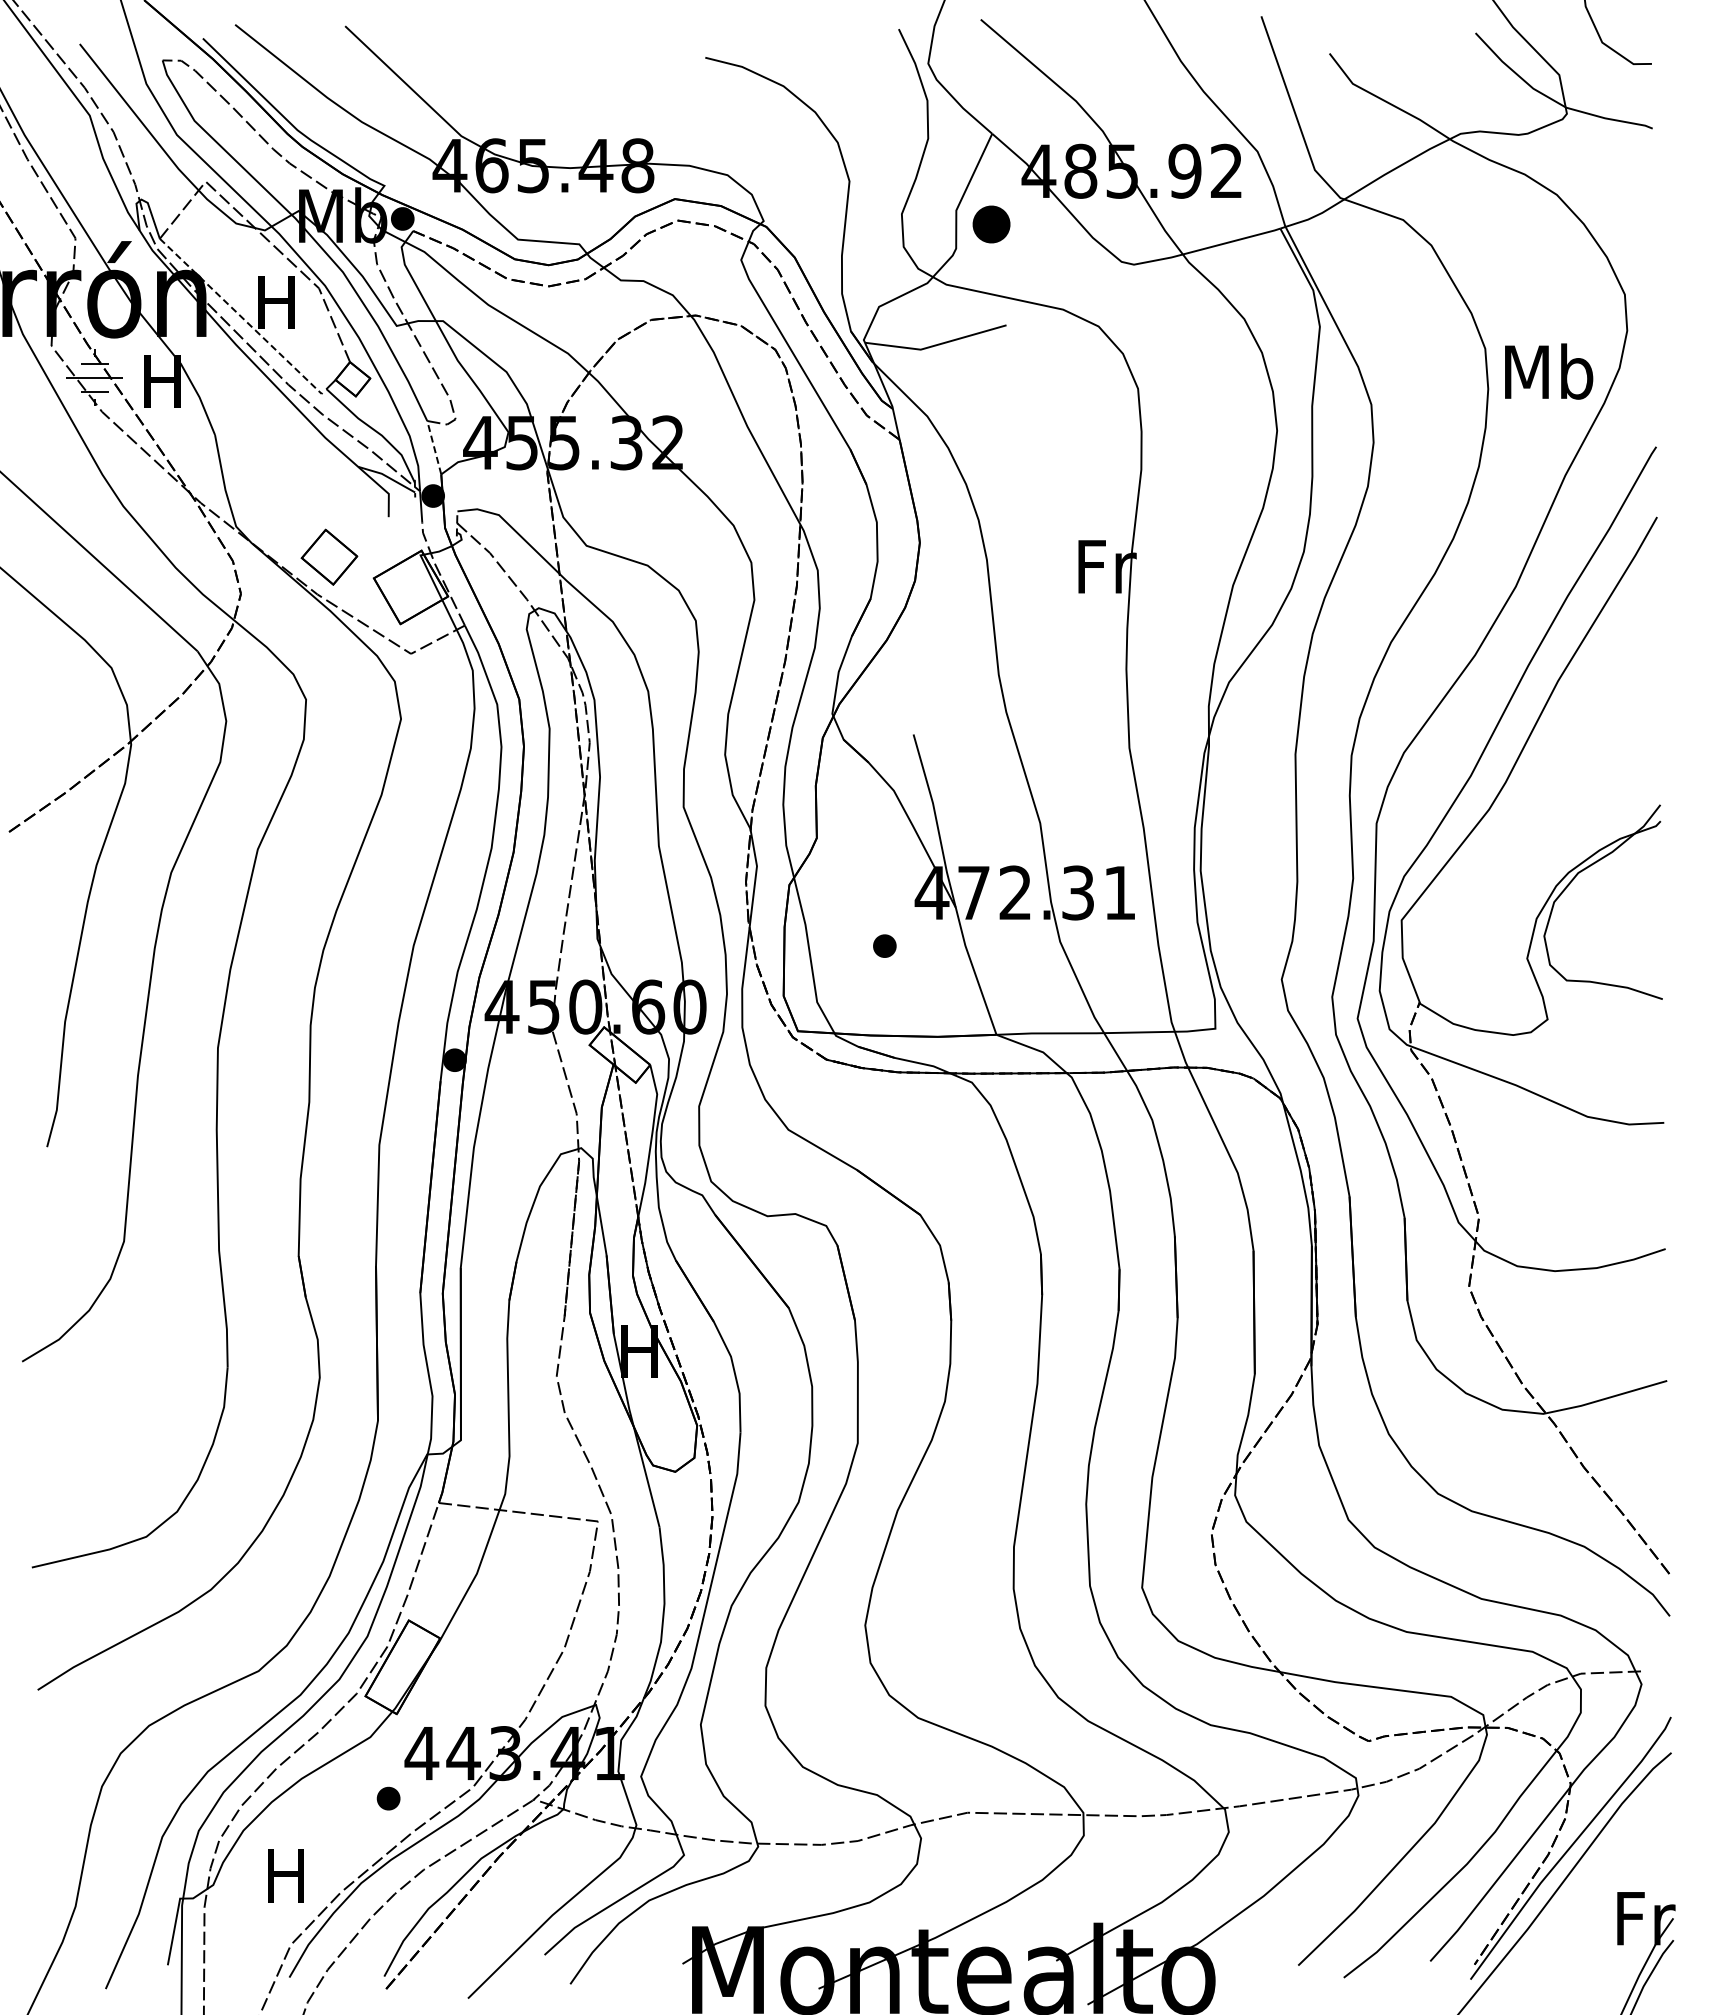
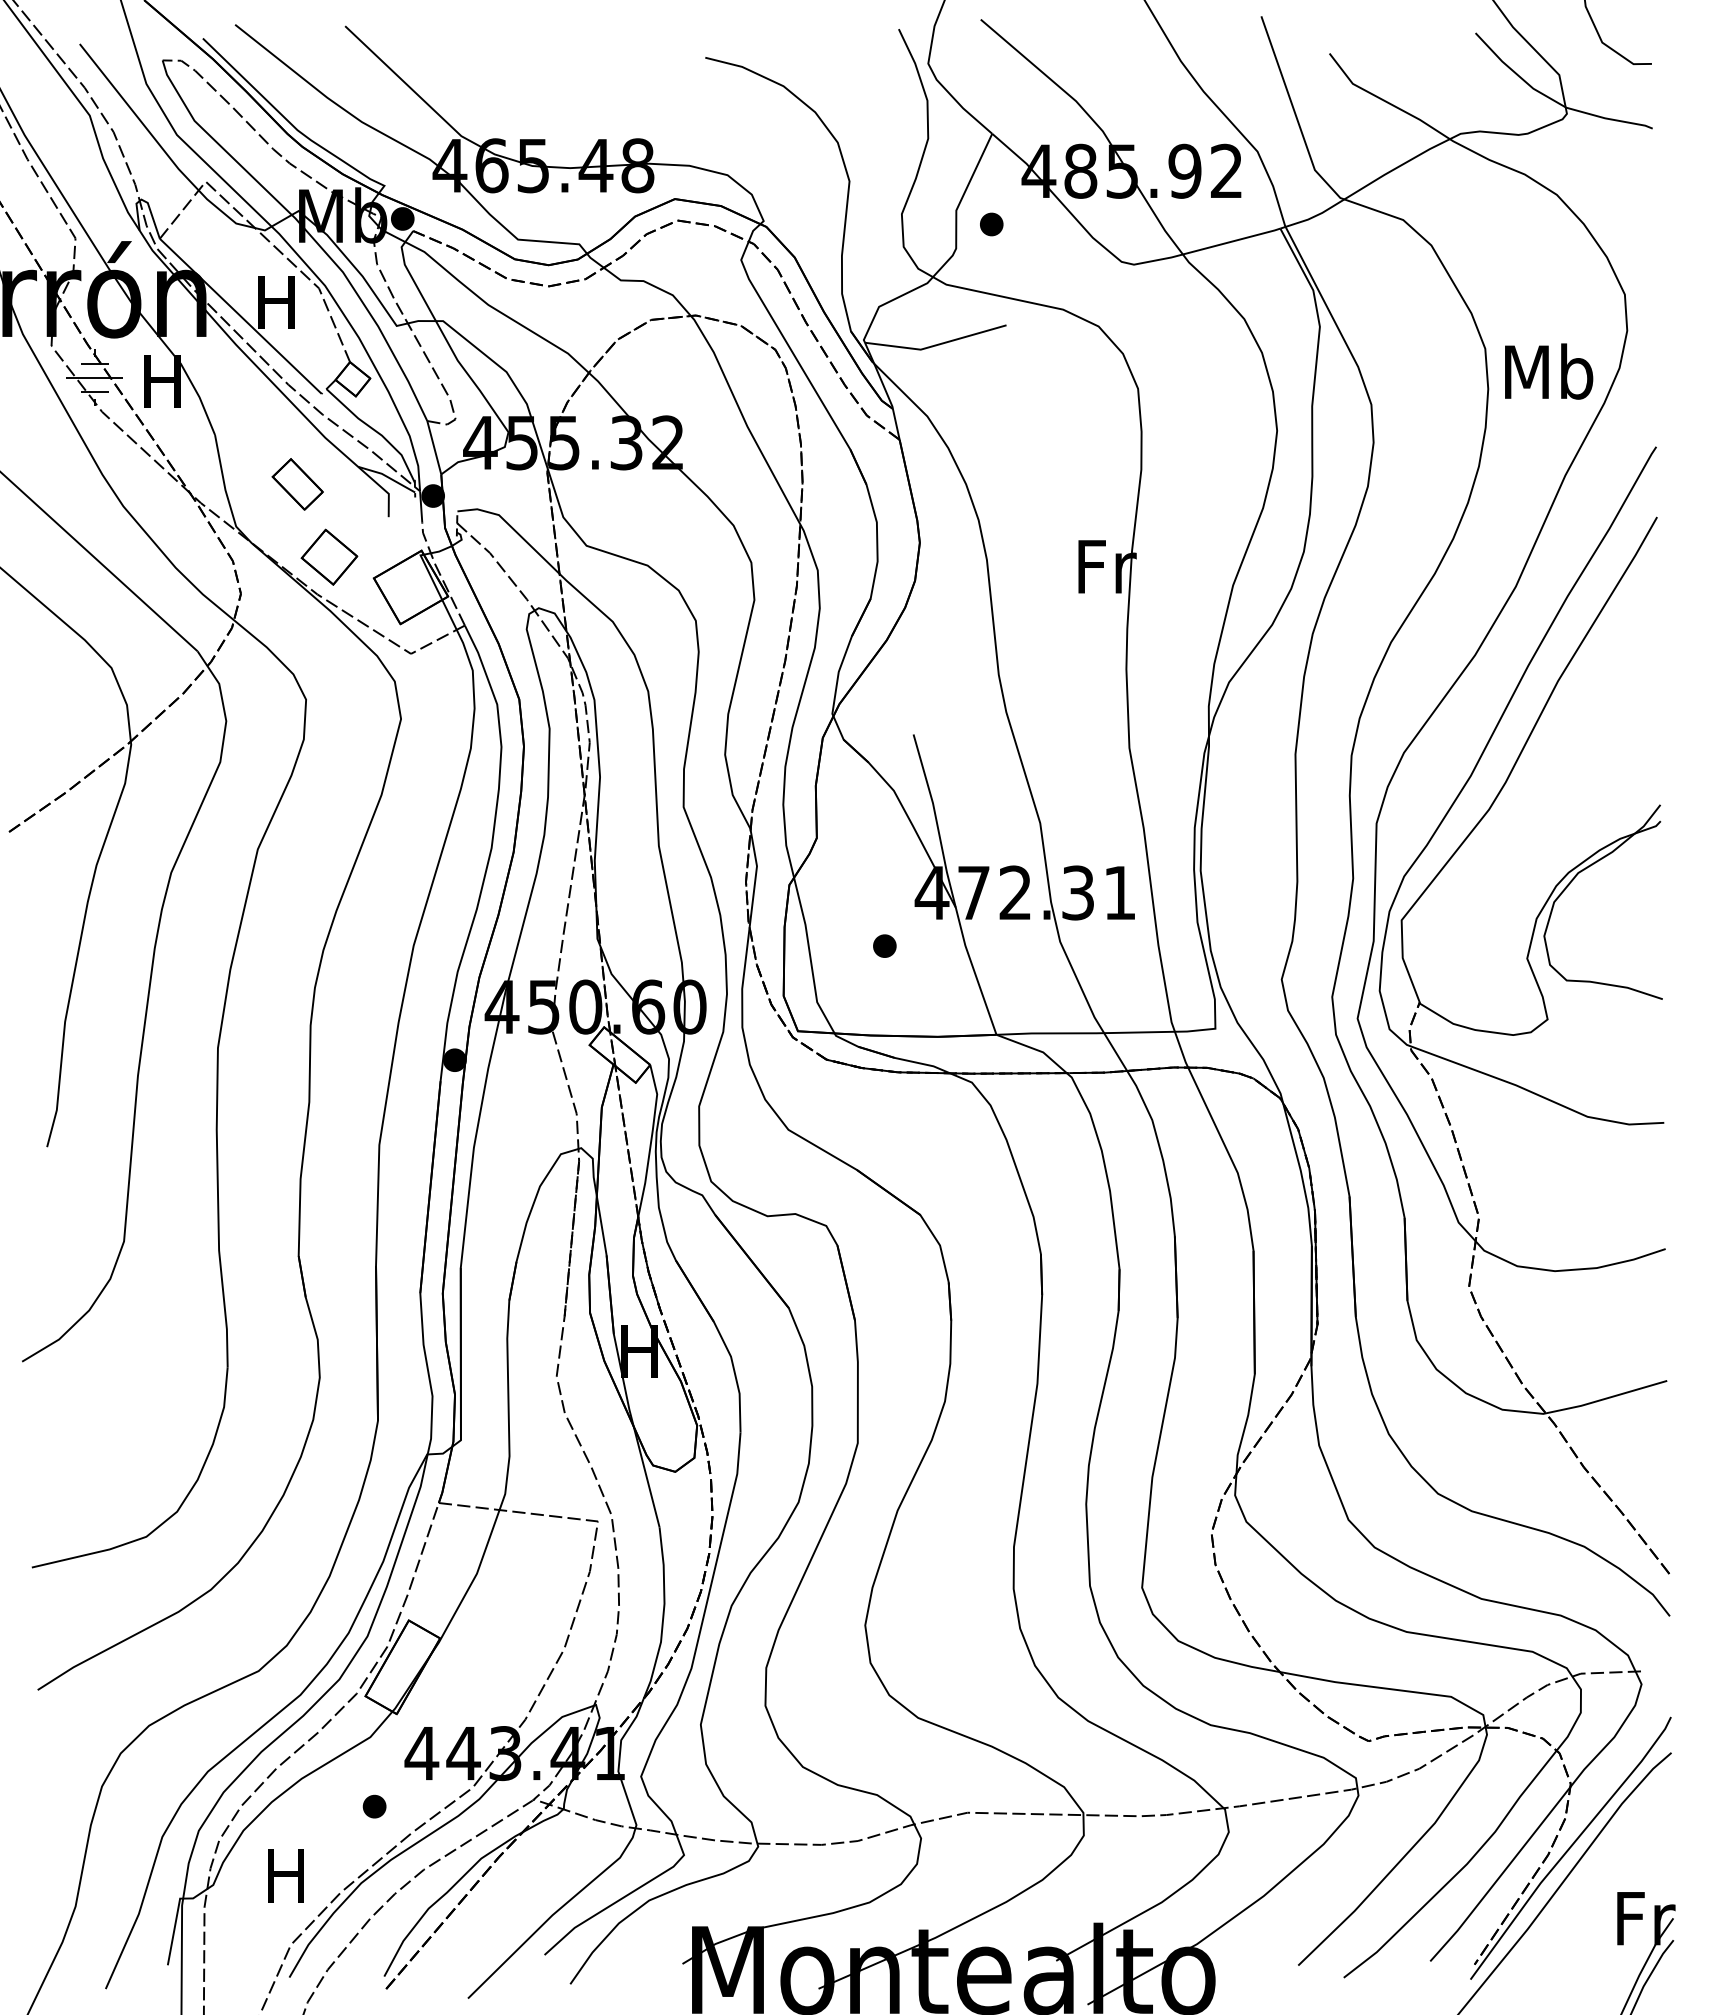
part at (991, 224) size: 39x39 px -> 24x25 px
line at (241, 316): dashed -> solid
line at (434, 447): dashed -> solid
part at (297, 484): none -> present
part at (388, 1798) position: (388, 1798) -> (374, 1806)
